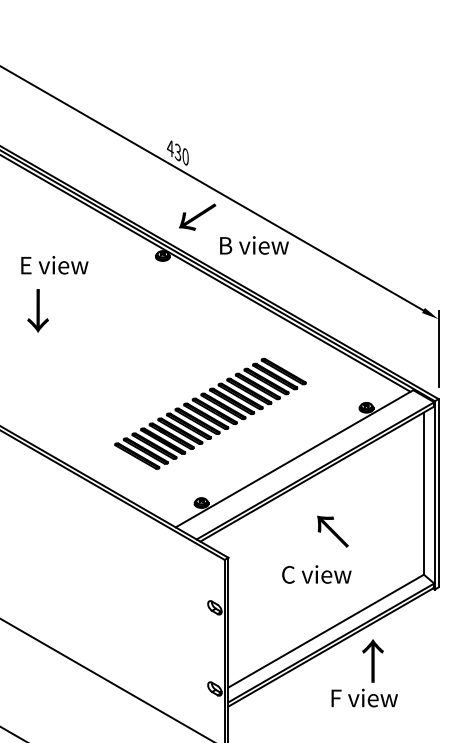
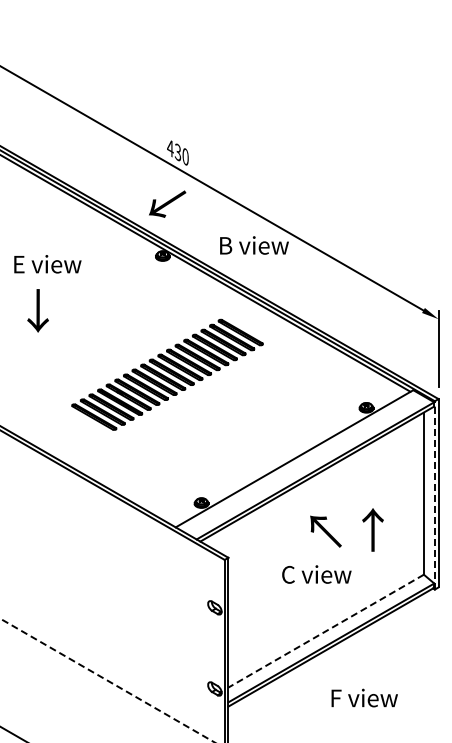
text at (197, 216) position: (197, 216) -> (167, 203)
text at (54, 265) position: (54, 265) -> (47, 264)
part at (210, 413) position: (210, 413) -> (167, 374)
line at (434, 494): solid -> dashed
text at (332, 531) position: (332, 531) -> (325, 531)
line at (326, 631): solid -> dashed
text at (372, 660) position: (372, 660) -> (372, 529)
line at (107, 680): solid -> dashed
